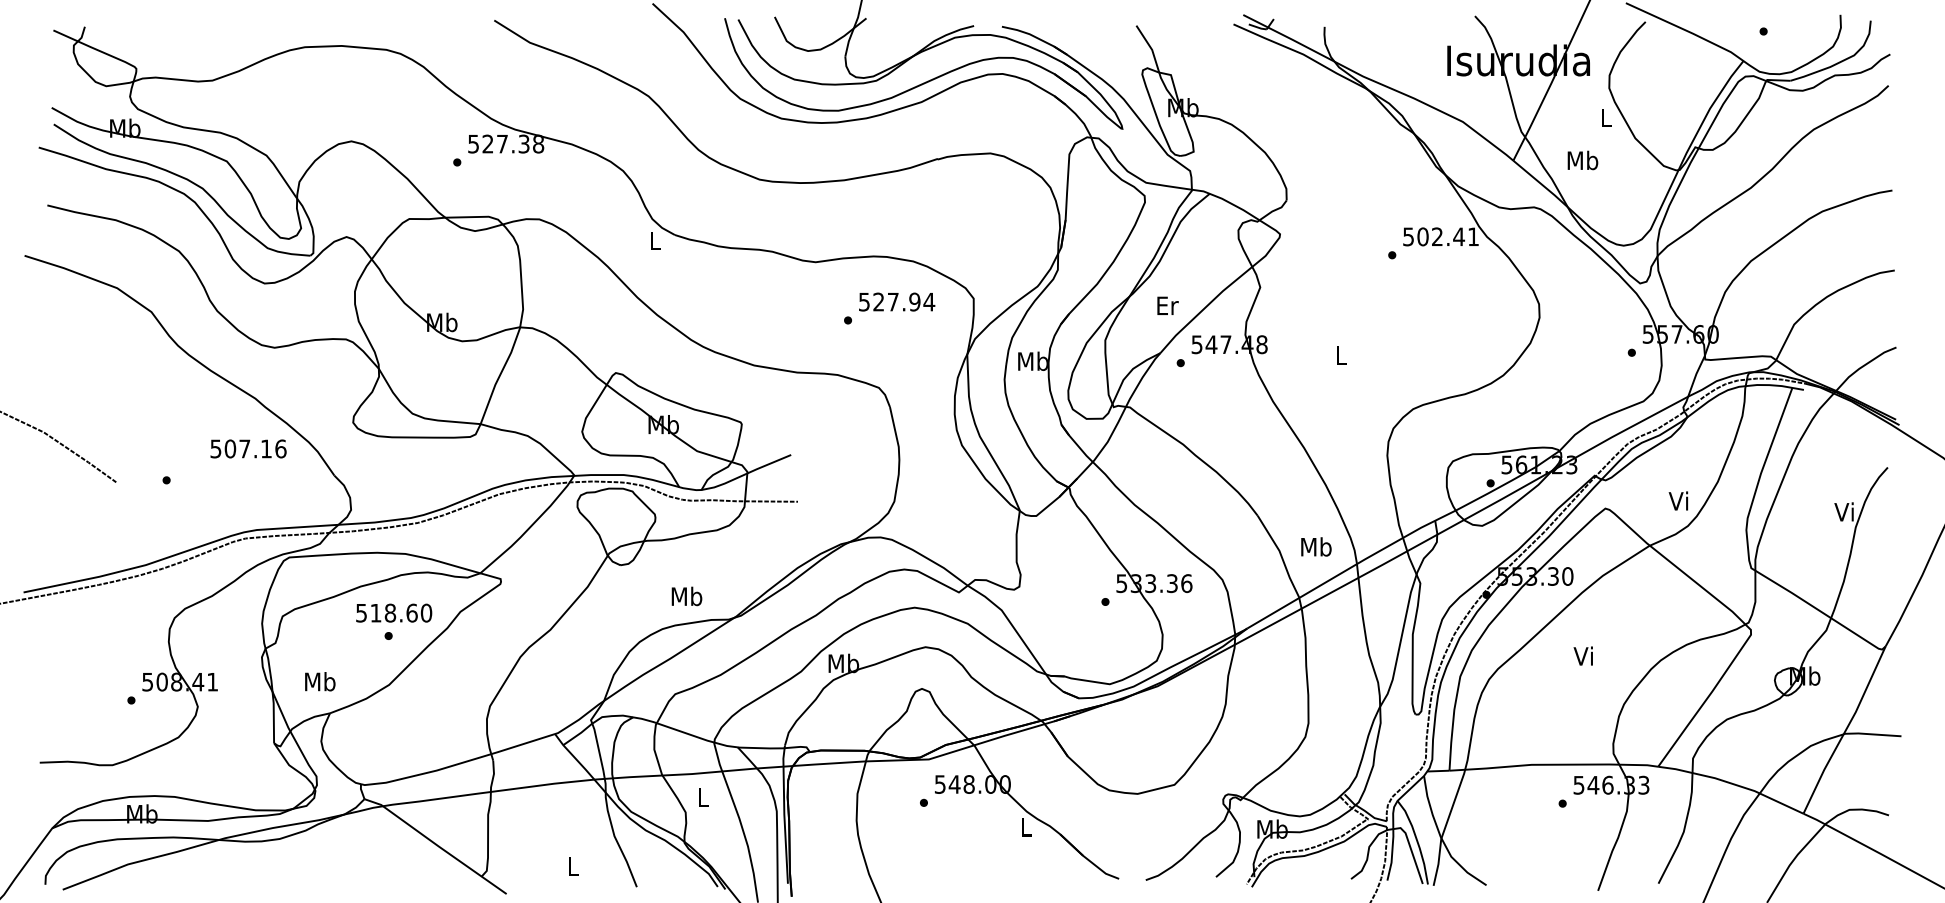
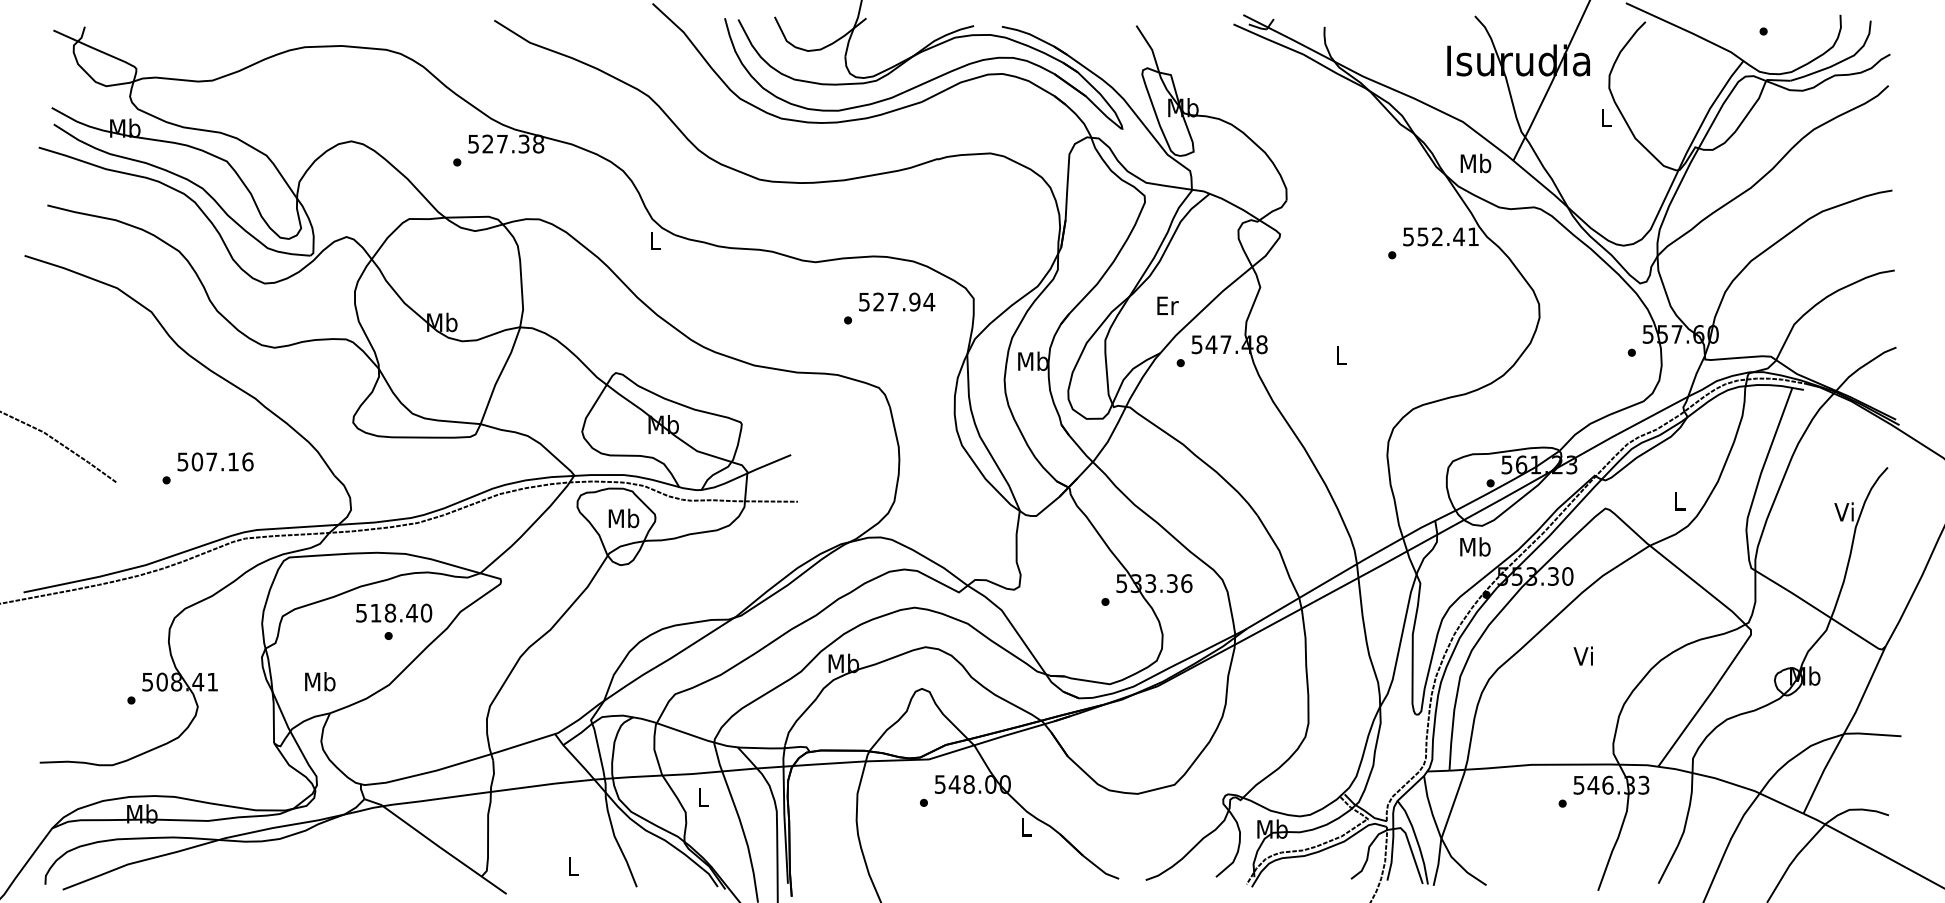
text at (1582, 160) position: (1582, 160) -> (1475, 163)
text at (1422, 236): 502.41 -> 552.41
text at (248, 448) position: (248, 448) -> (215, 461)
text at (1678, 500): Vi -> L
text at (1316, 546) position: (1316, 546) -> (1475, 546)
text at (686, 596) position: (686, 596) -> (623, 518)
text at (411, 612): 518.60 -> 518.40
